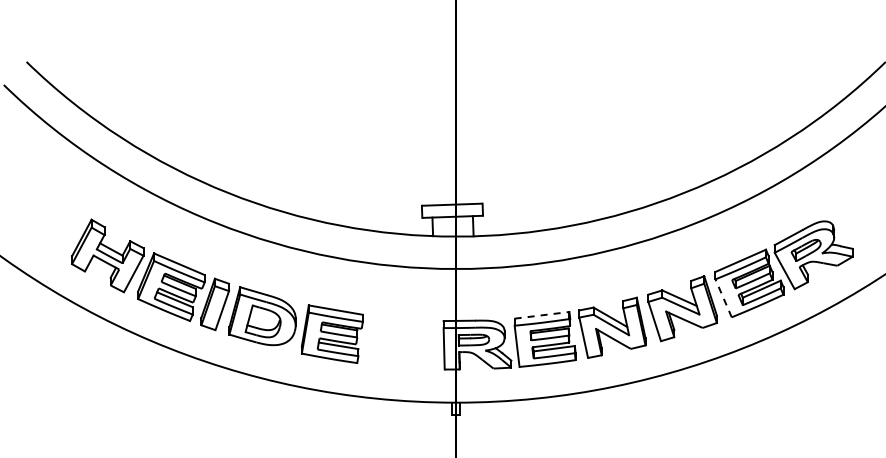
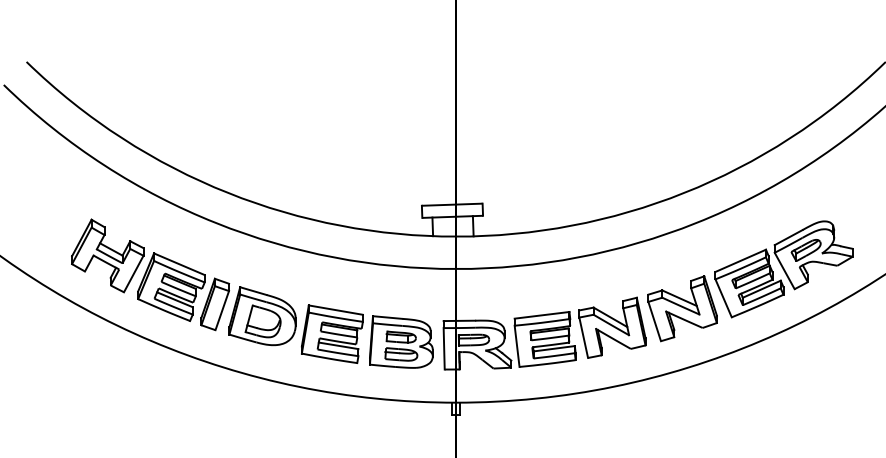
line at (723, 298): dashed -> solid
line at (542, 315): dashed -> solid
part at (401, 341): none -> present
